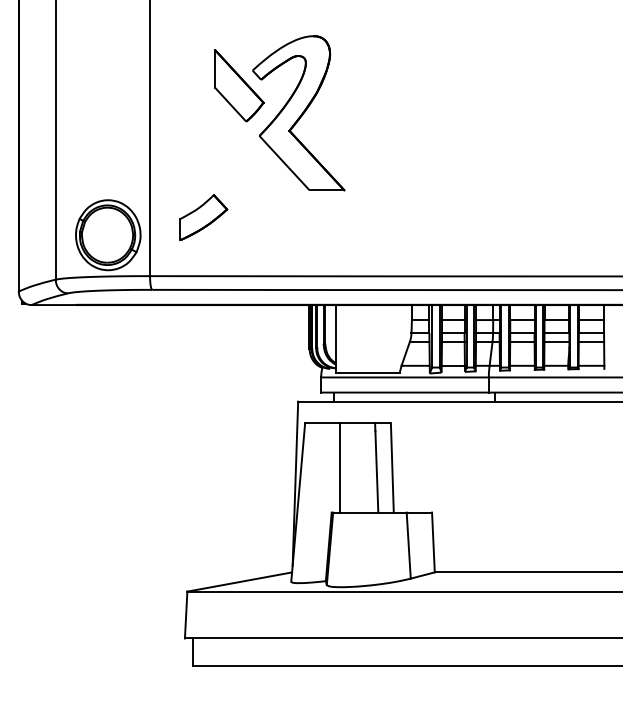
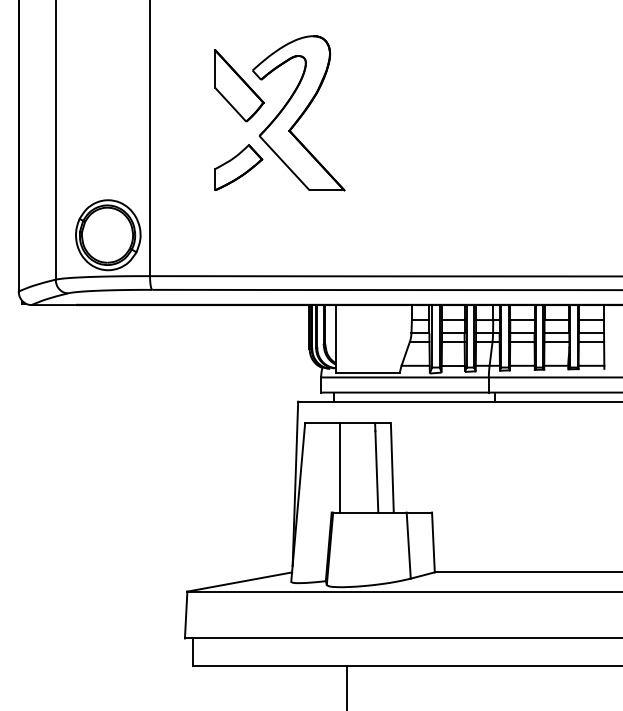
part at (203, 217) position: (203, 217) -> (238, 167)
line at (347, 686): none -> present
